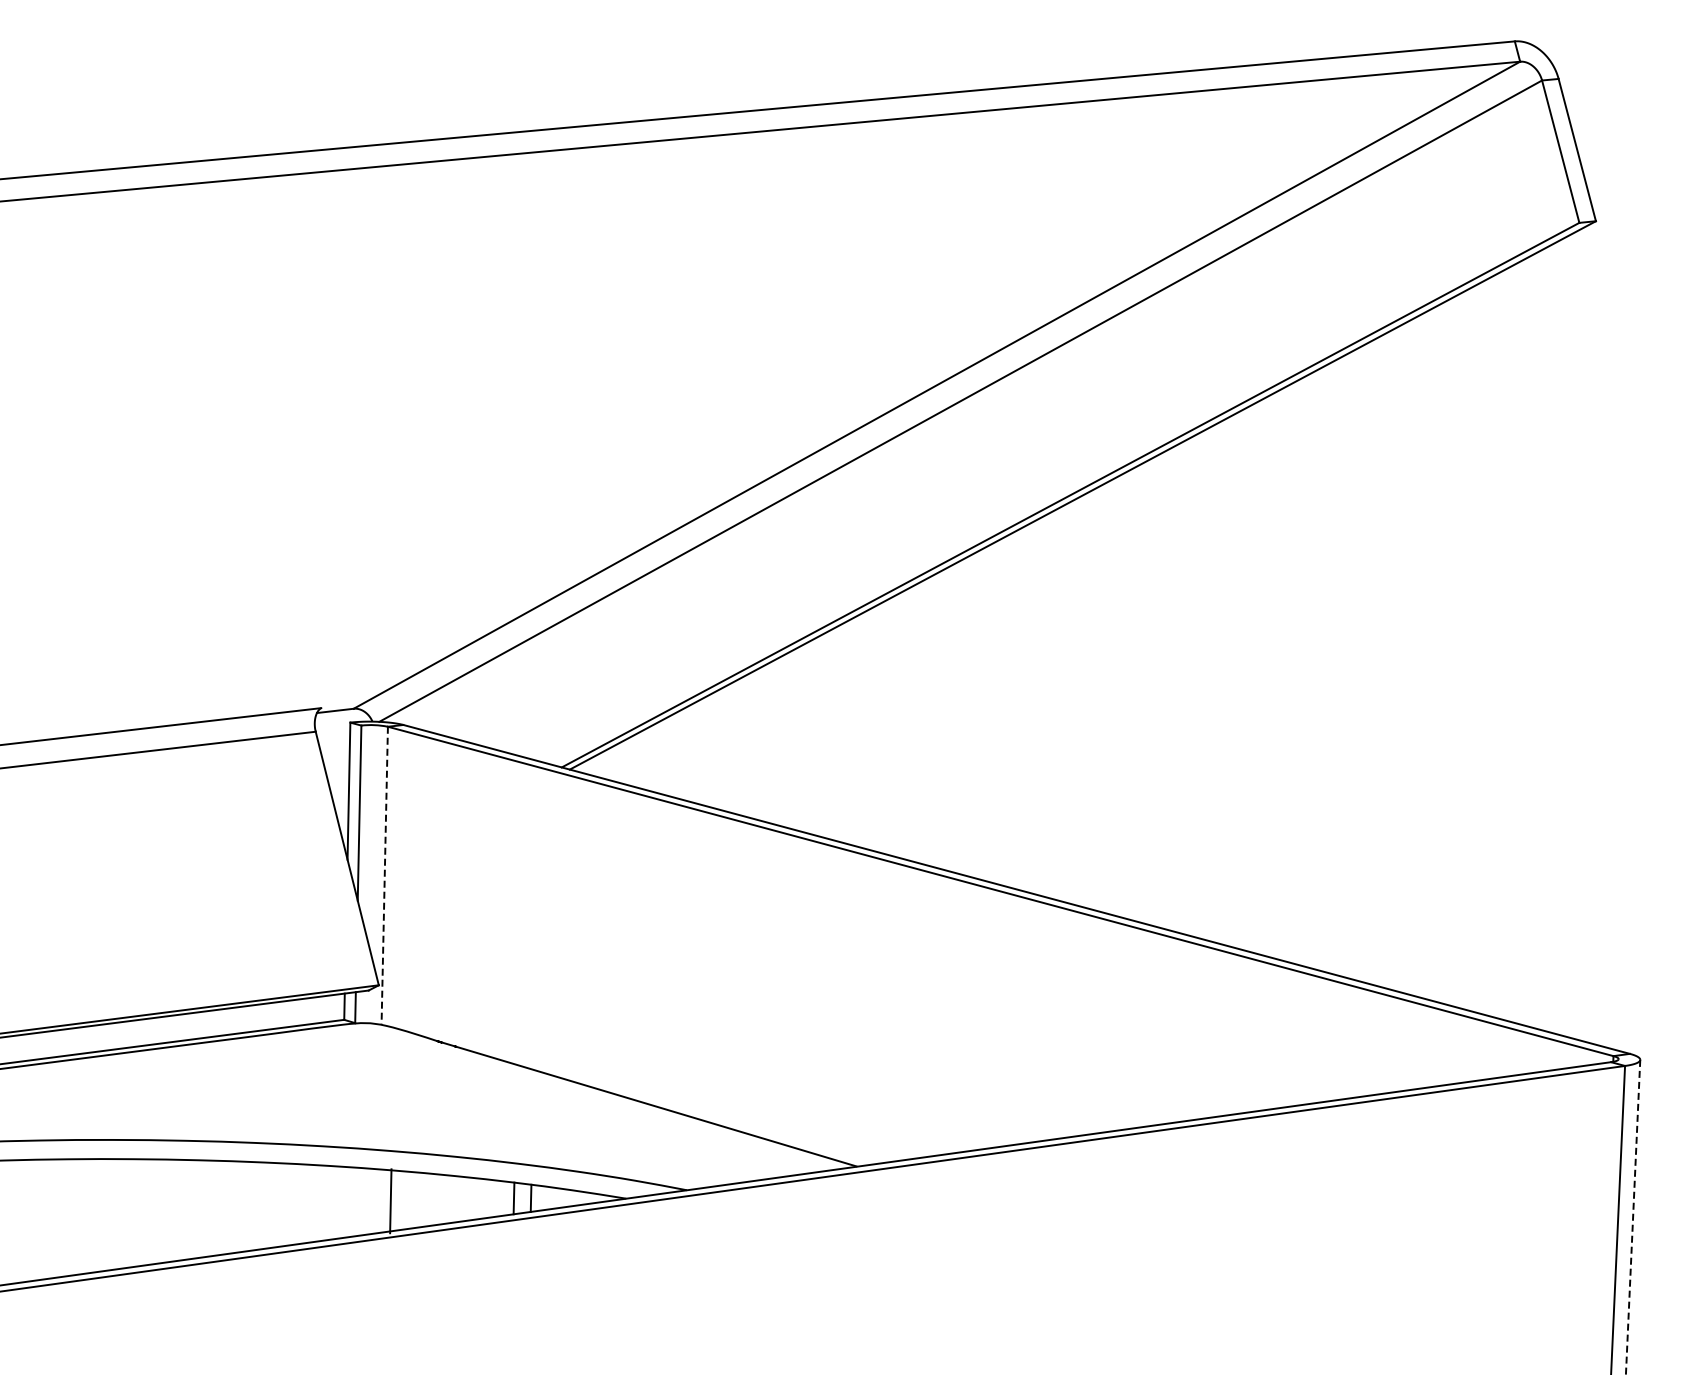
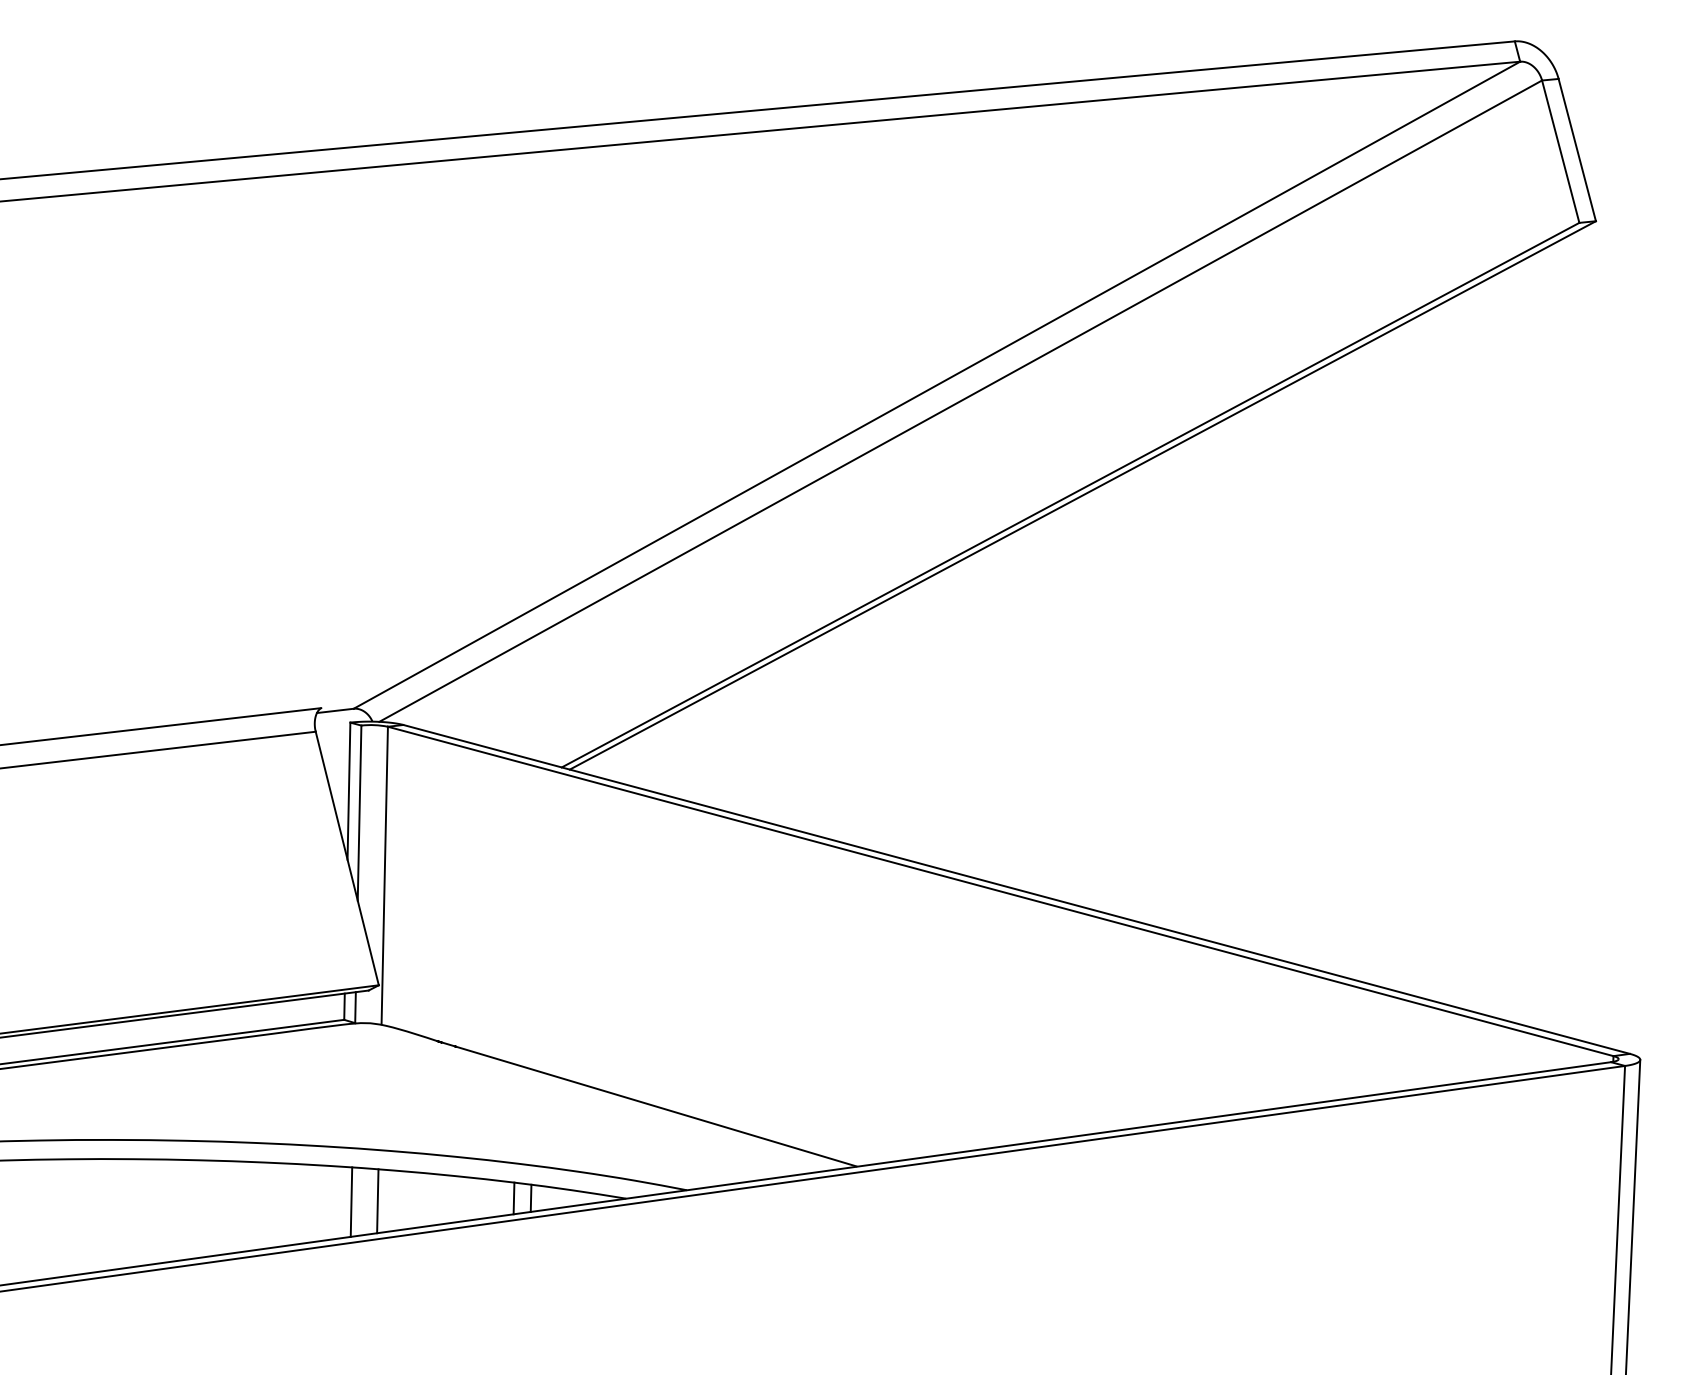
line at (384, 875): dashed -> solid
line at (351, 1201): none -> present
line at (390, 1201) position: (390, 1201) -> (377, 1201)
line at (1633, 1217): dashed -> solid
